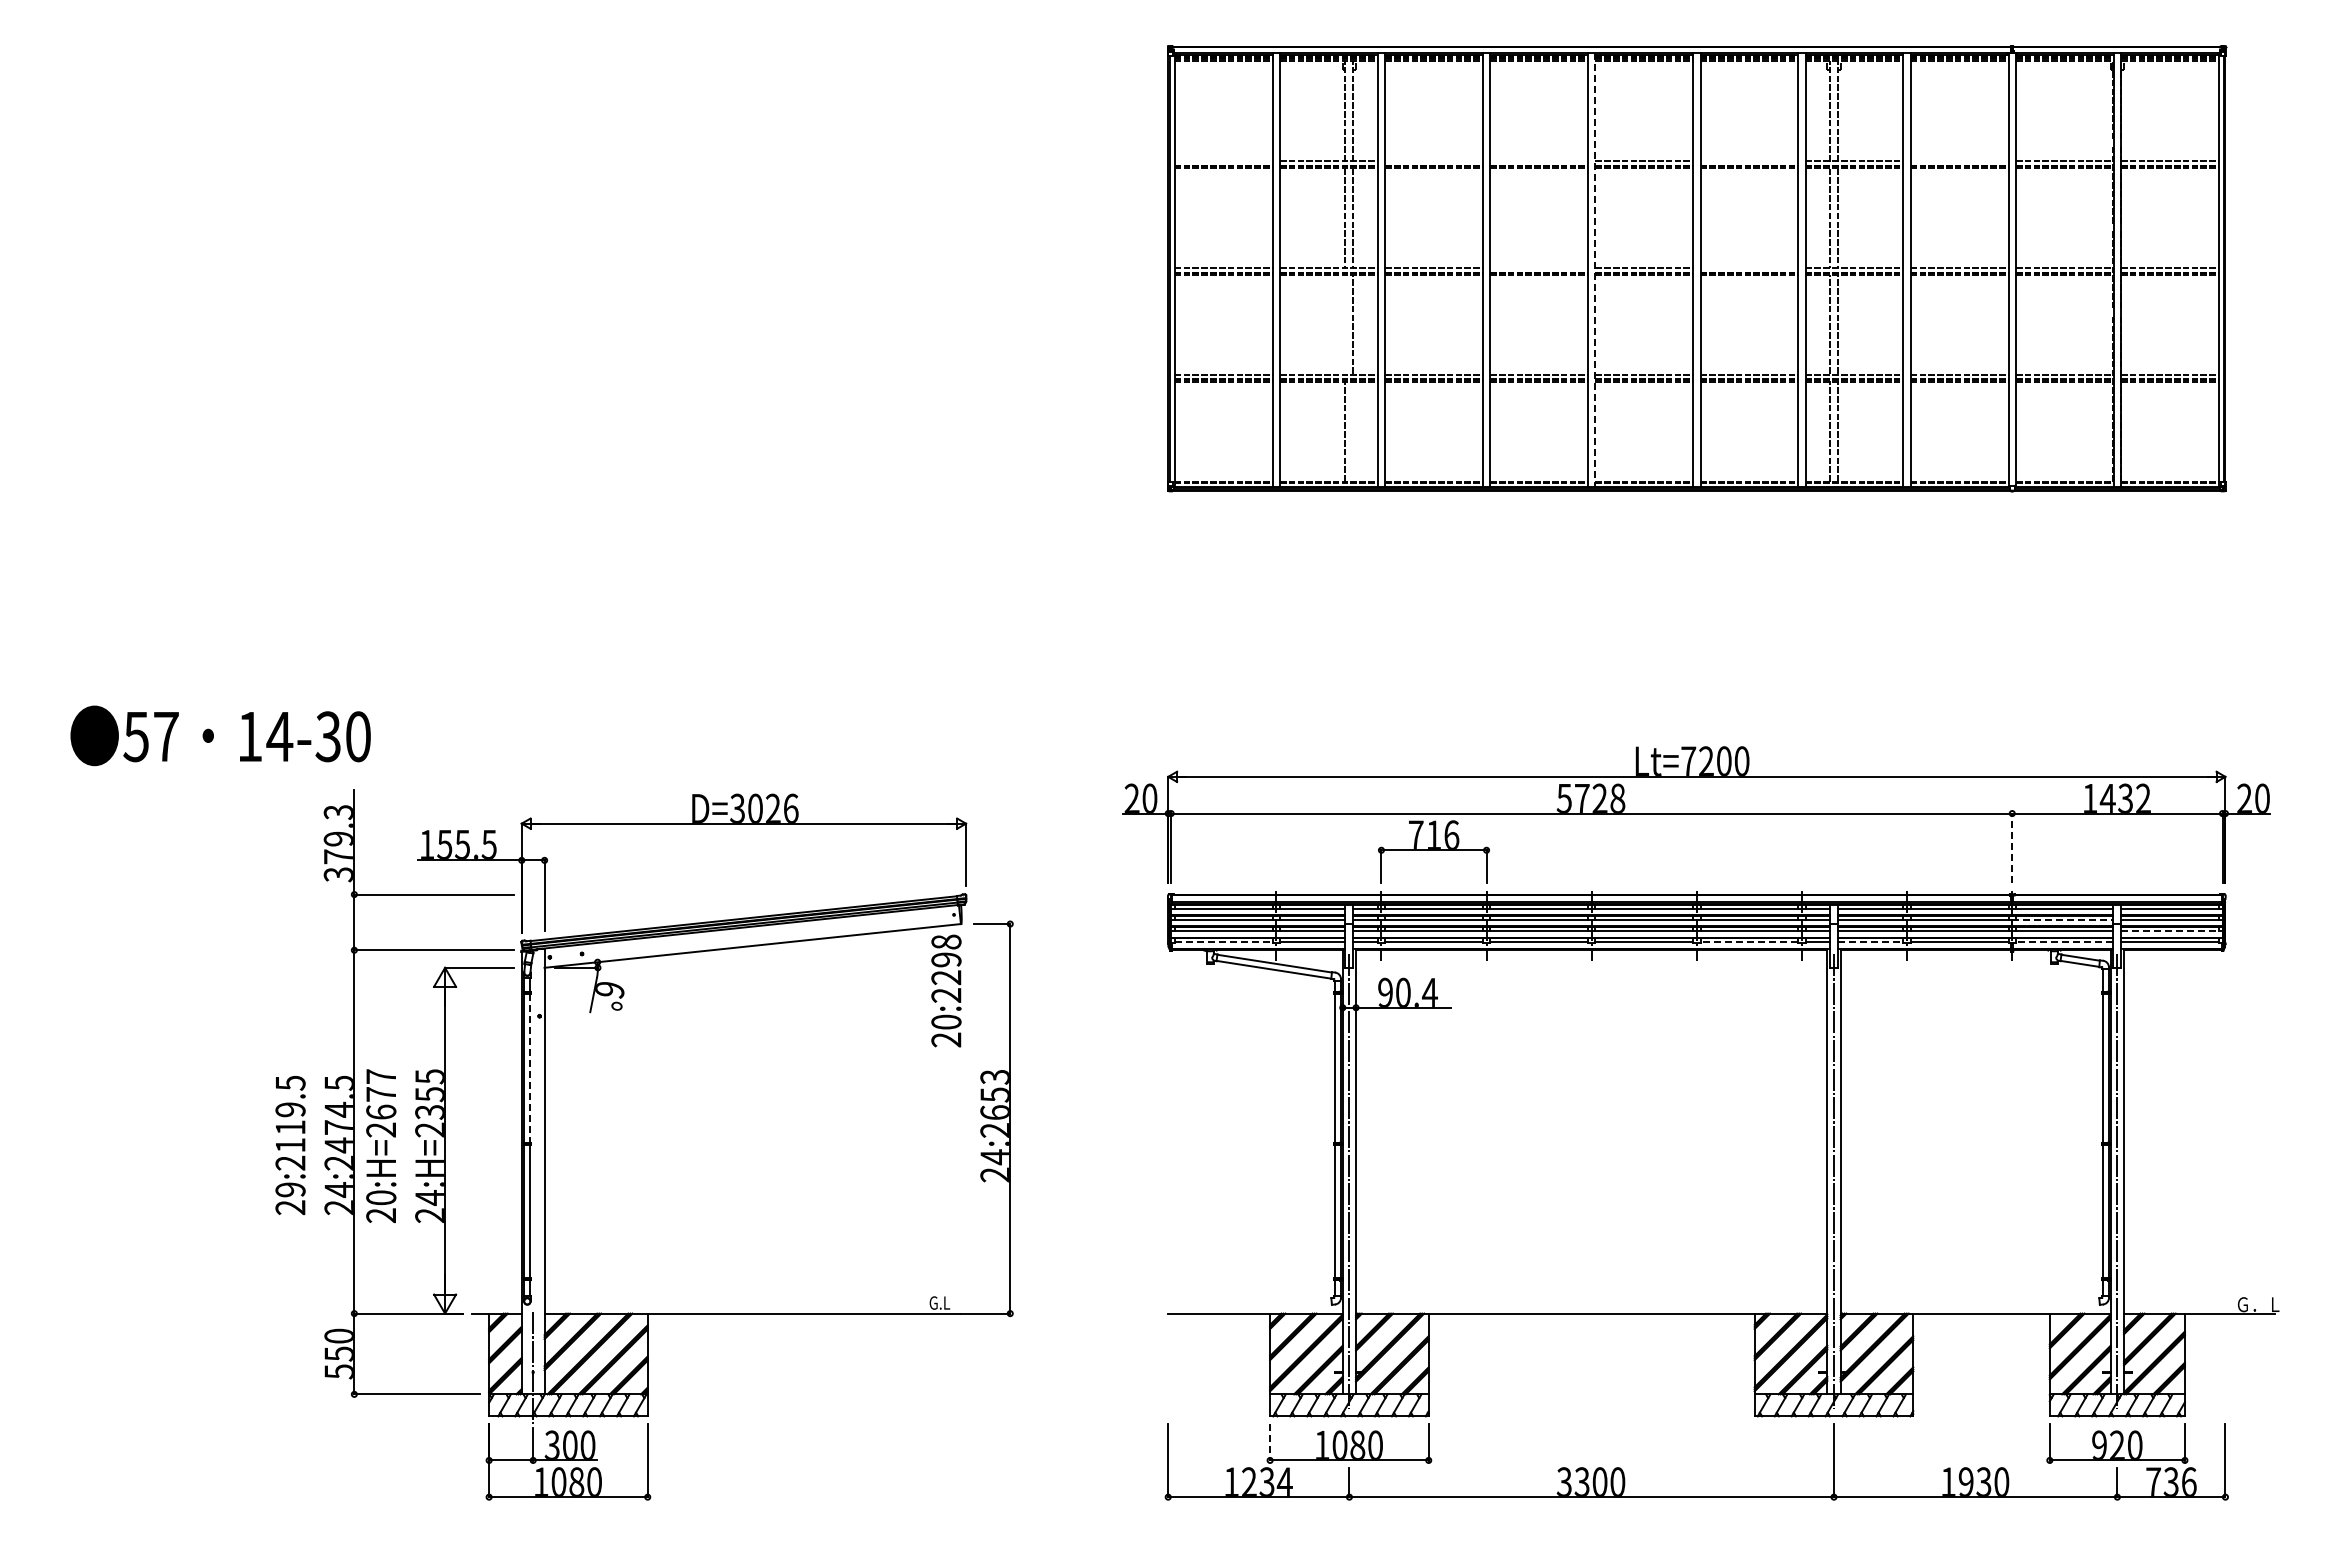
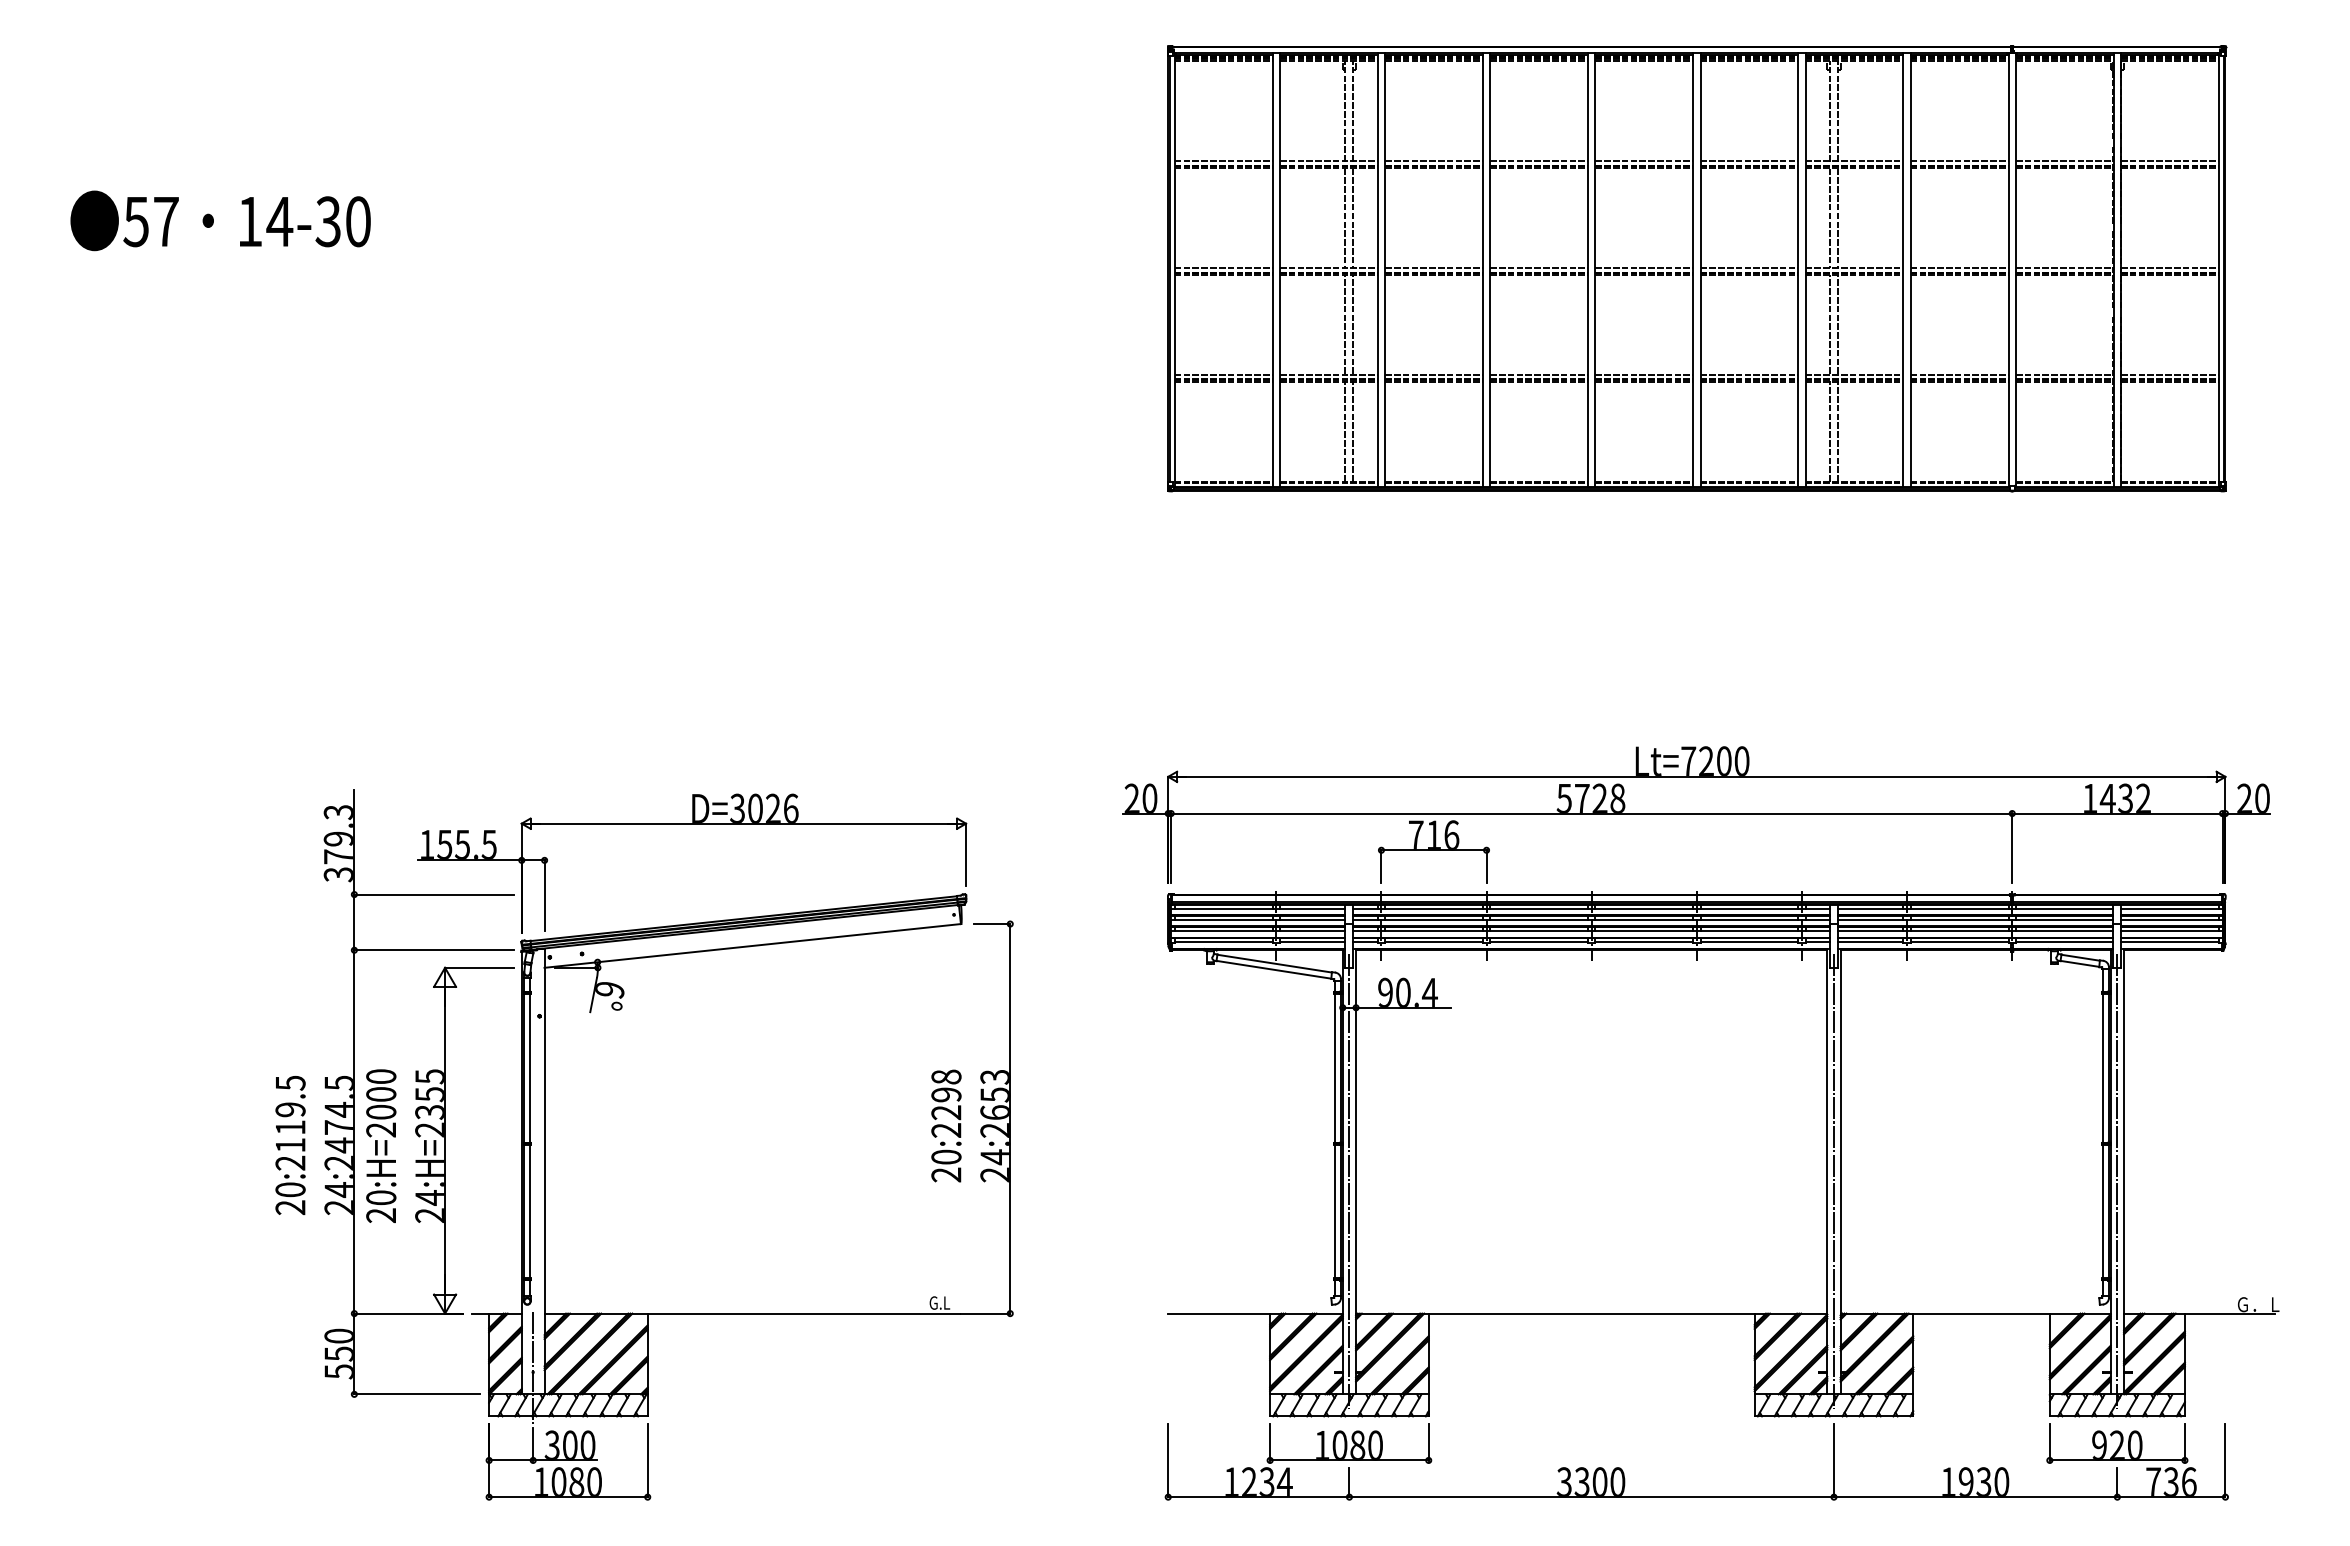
line at (1223, 161): none -> present
line at (1433, 161): none -> present
line at (1539, 161): none -> present
line at (1749, 161): none -> present
line at (1959, 161): none -> present
line at (1539, 268): none -> present
line at (1749, 268): none -> present
line at (1595, 270): dashed -> solid
line at (1345, 324): none -> present
line at (1353, 431): none -> present
text at (220, 735) position: (220, 735) -> (220, 220)
line at (2012, 847): dashed -> solid
line at (2062, 920): dashed -> solid
line at (2171, 931): dashed -> solid
line at (1223, 942): dashed -> solid
line at (1749, 942): dashed -> solid
line at (1870, 942): dashed -> solid
line at (2064, 942): dashed -> solid
text at (946, 990) position: (946, 990) -> (946, 1125)
line at (530, 1068): dashed -> solid
text at (381, 1094): 20:H=2677 -> 20:H=2000
text at (290, 1189): 29:2119.5 -> 20:2119.5
line at (1270, 1442): dashed -> solid
